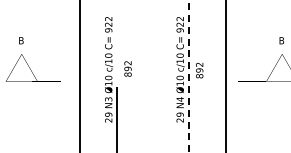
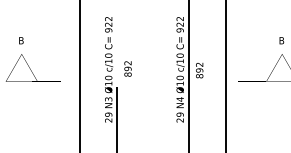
line at (188, 76): dashed -> solid
